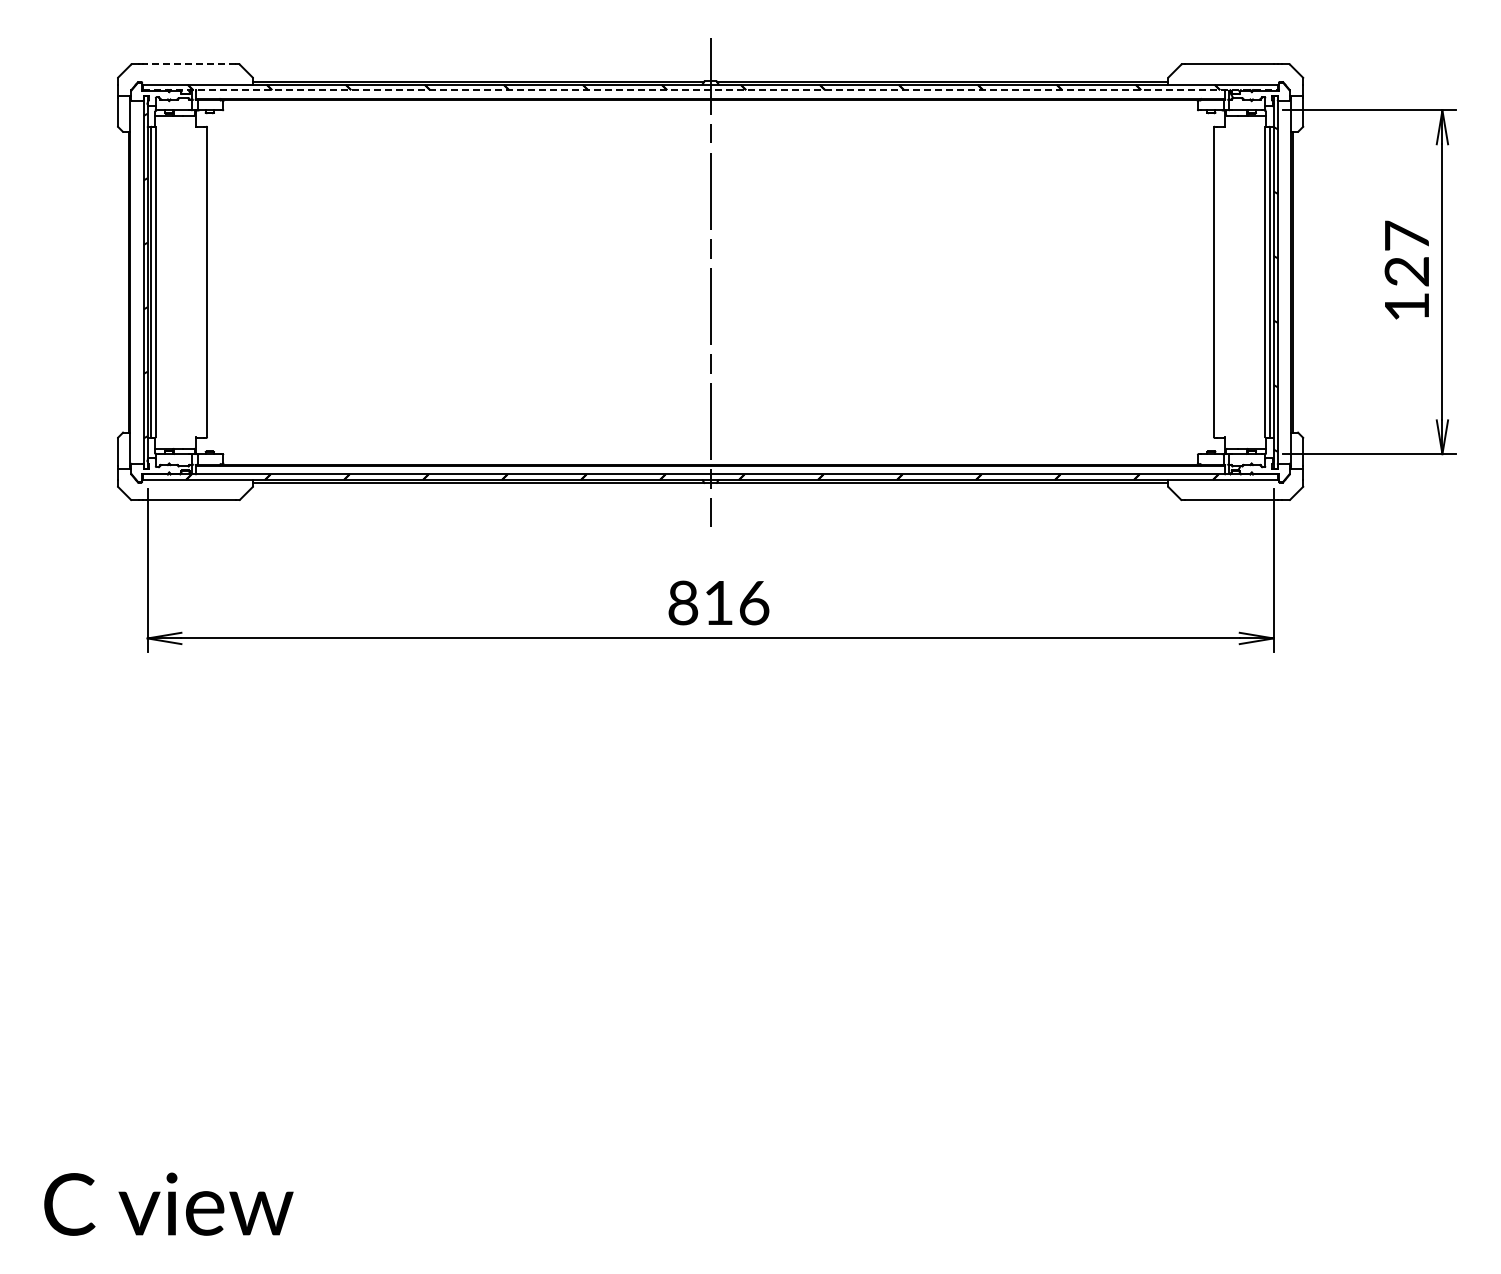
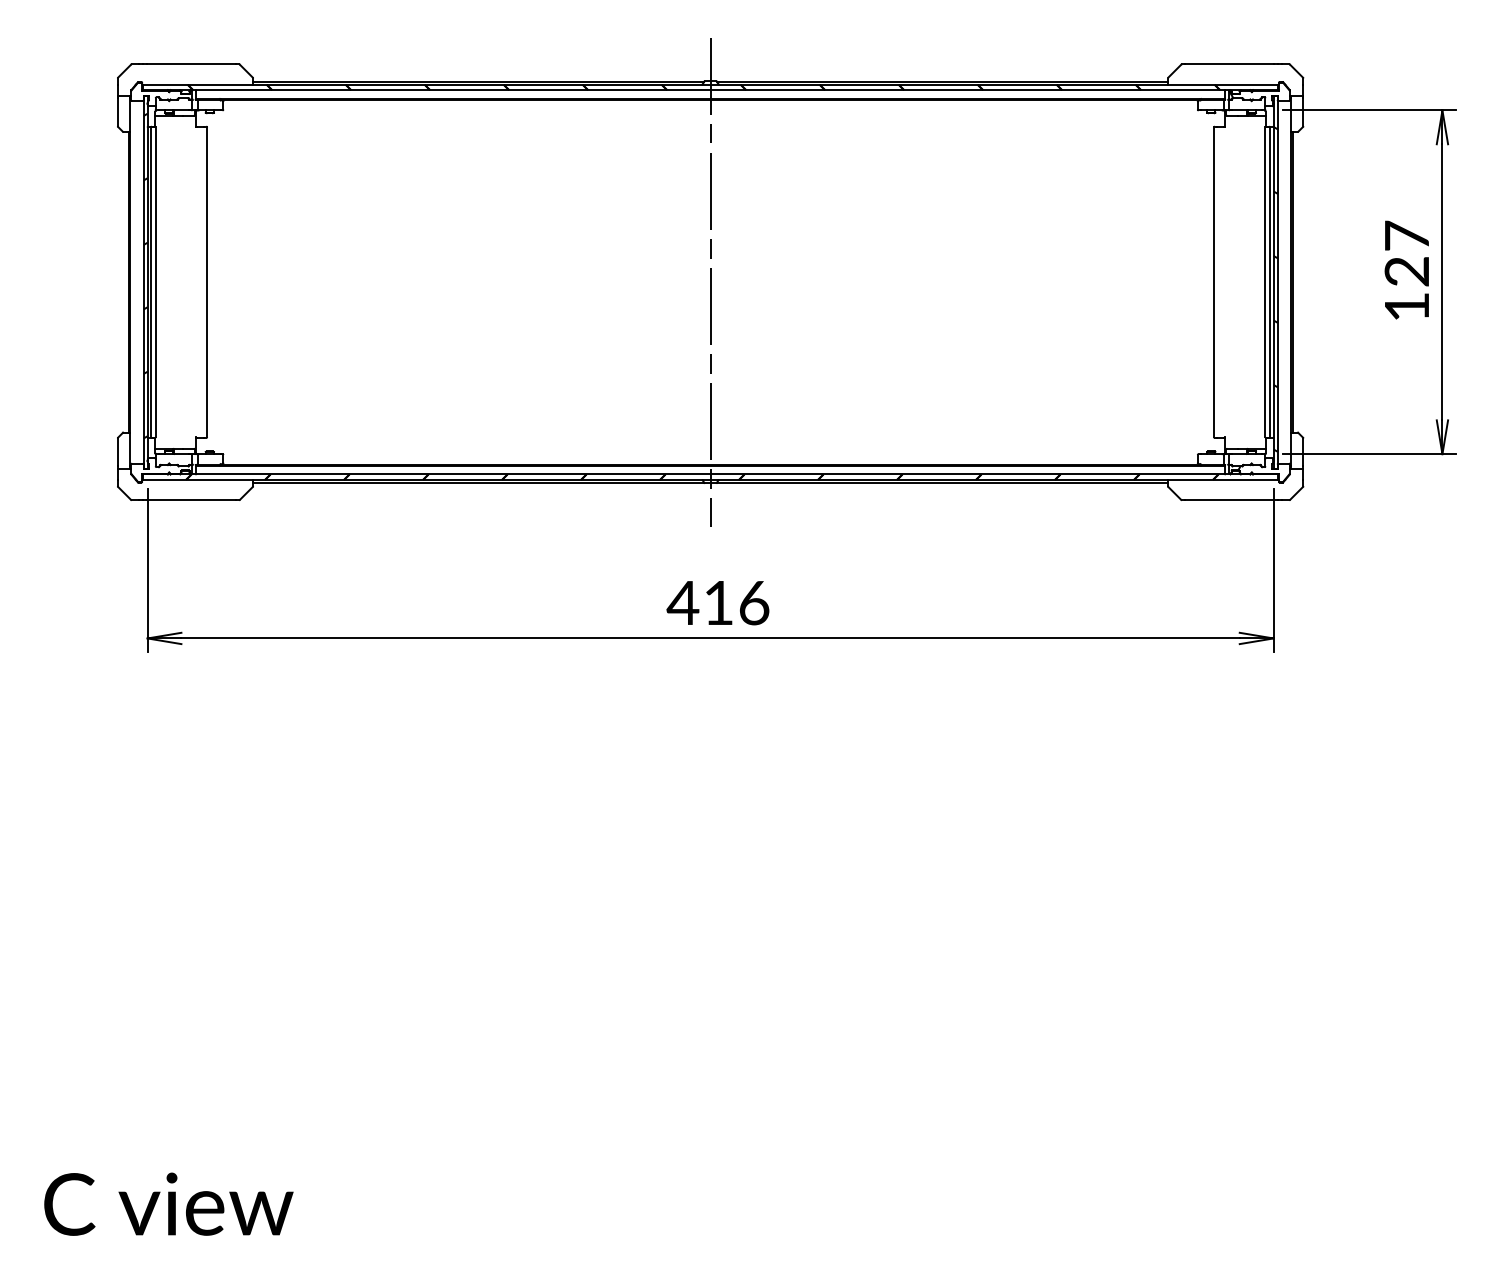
line at (191, 64): dashed -> solid
line at (710, 90): dashed -> solid
text at (682, 602): 816 -> 416
